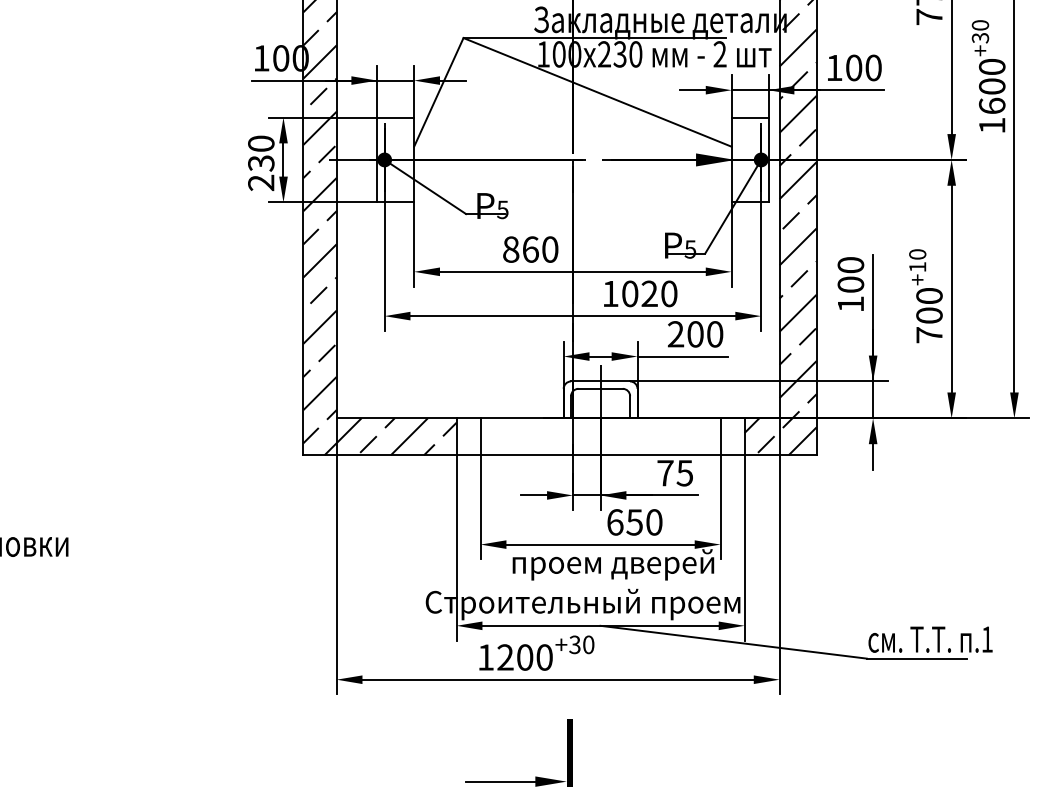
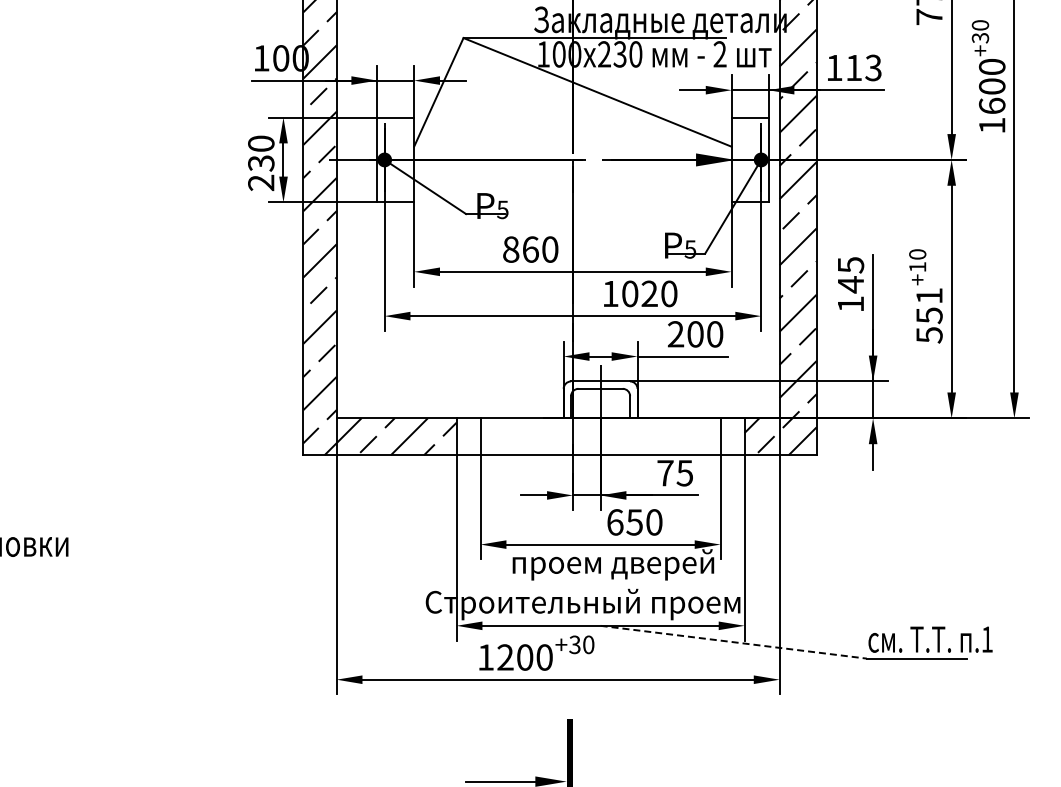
text at (863, 67): 100 -> 113
text at (850, 275): 100 -> 145
text at (929, 315): 700 -> 551
line at (734, 642): solid -> dashed
